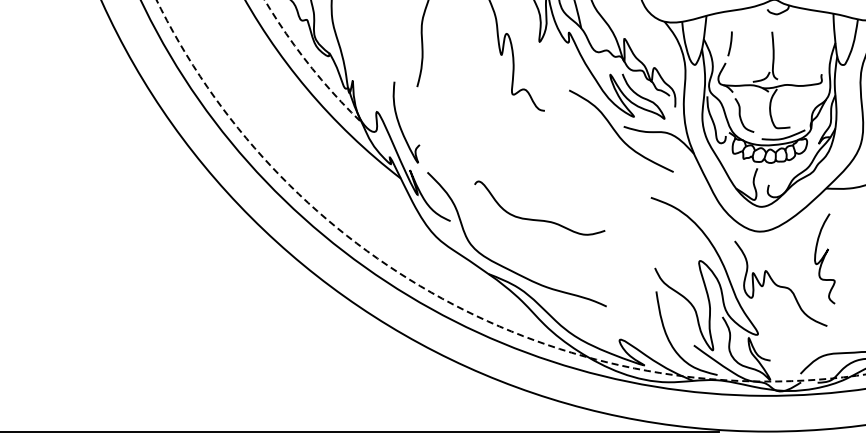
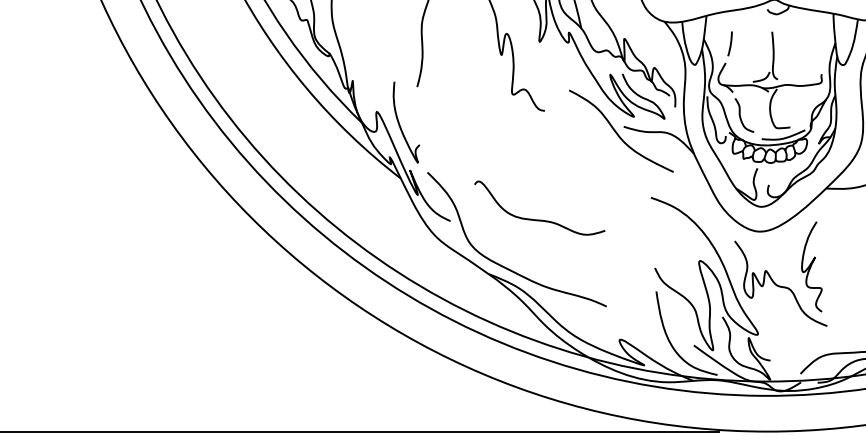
arc at (308, 64): dashed -> solid
curve at (824, 258) position: (824, 258) -> (811, 266)
arc at (450, 302): dashed -> solid
